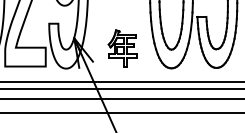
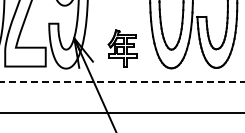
line at (122, 81): solid -> dashed
line at (121, 88): present -> none
line at (121, 98): present -> none
